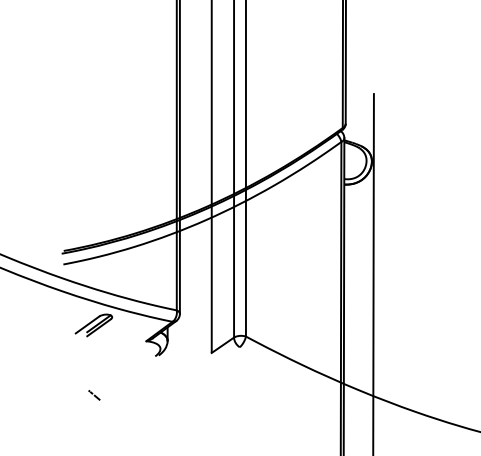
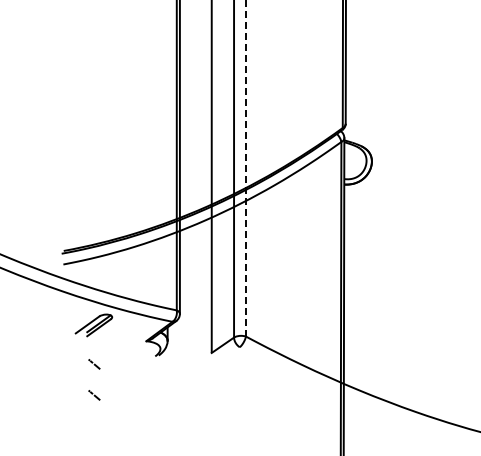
line at (245, 168): solid -> dashed
line at (373, 273): present -> none
line at (94, 364): none -> present
